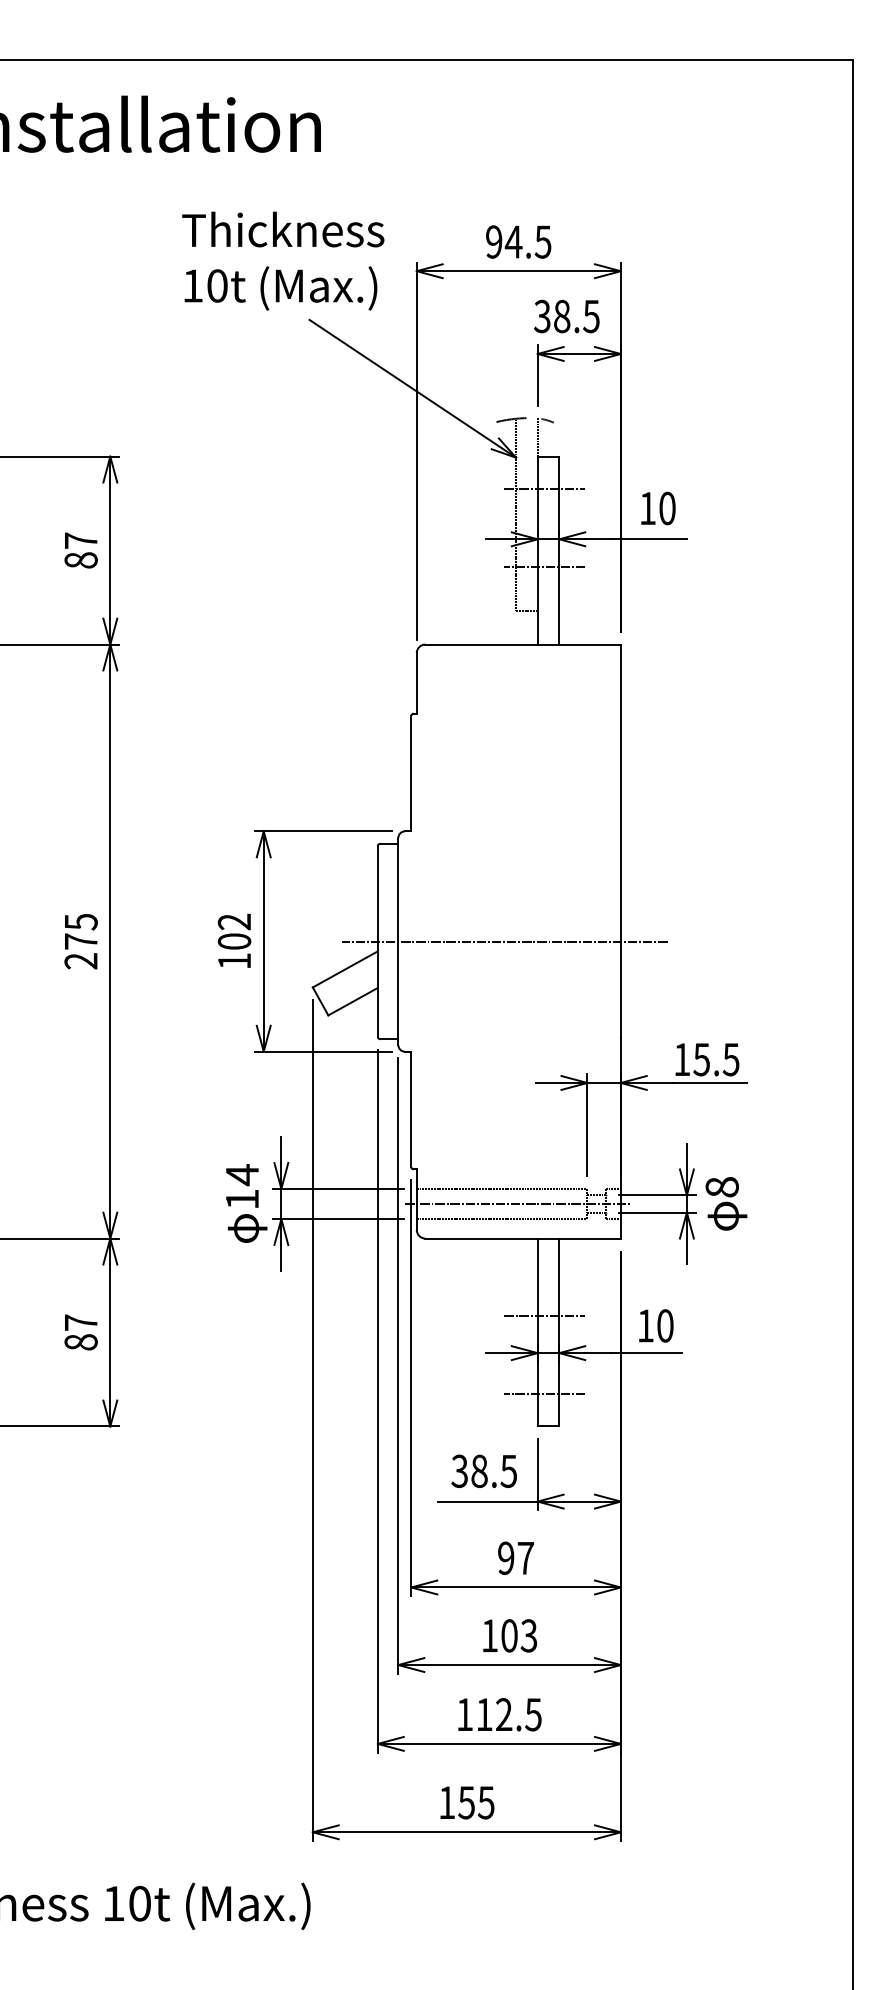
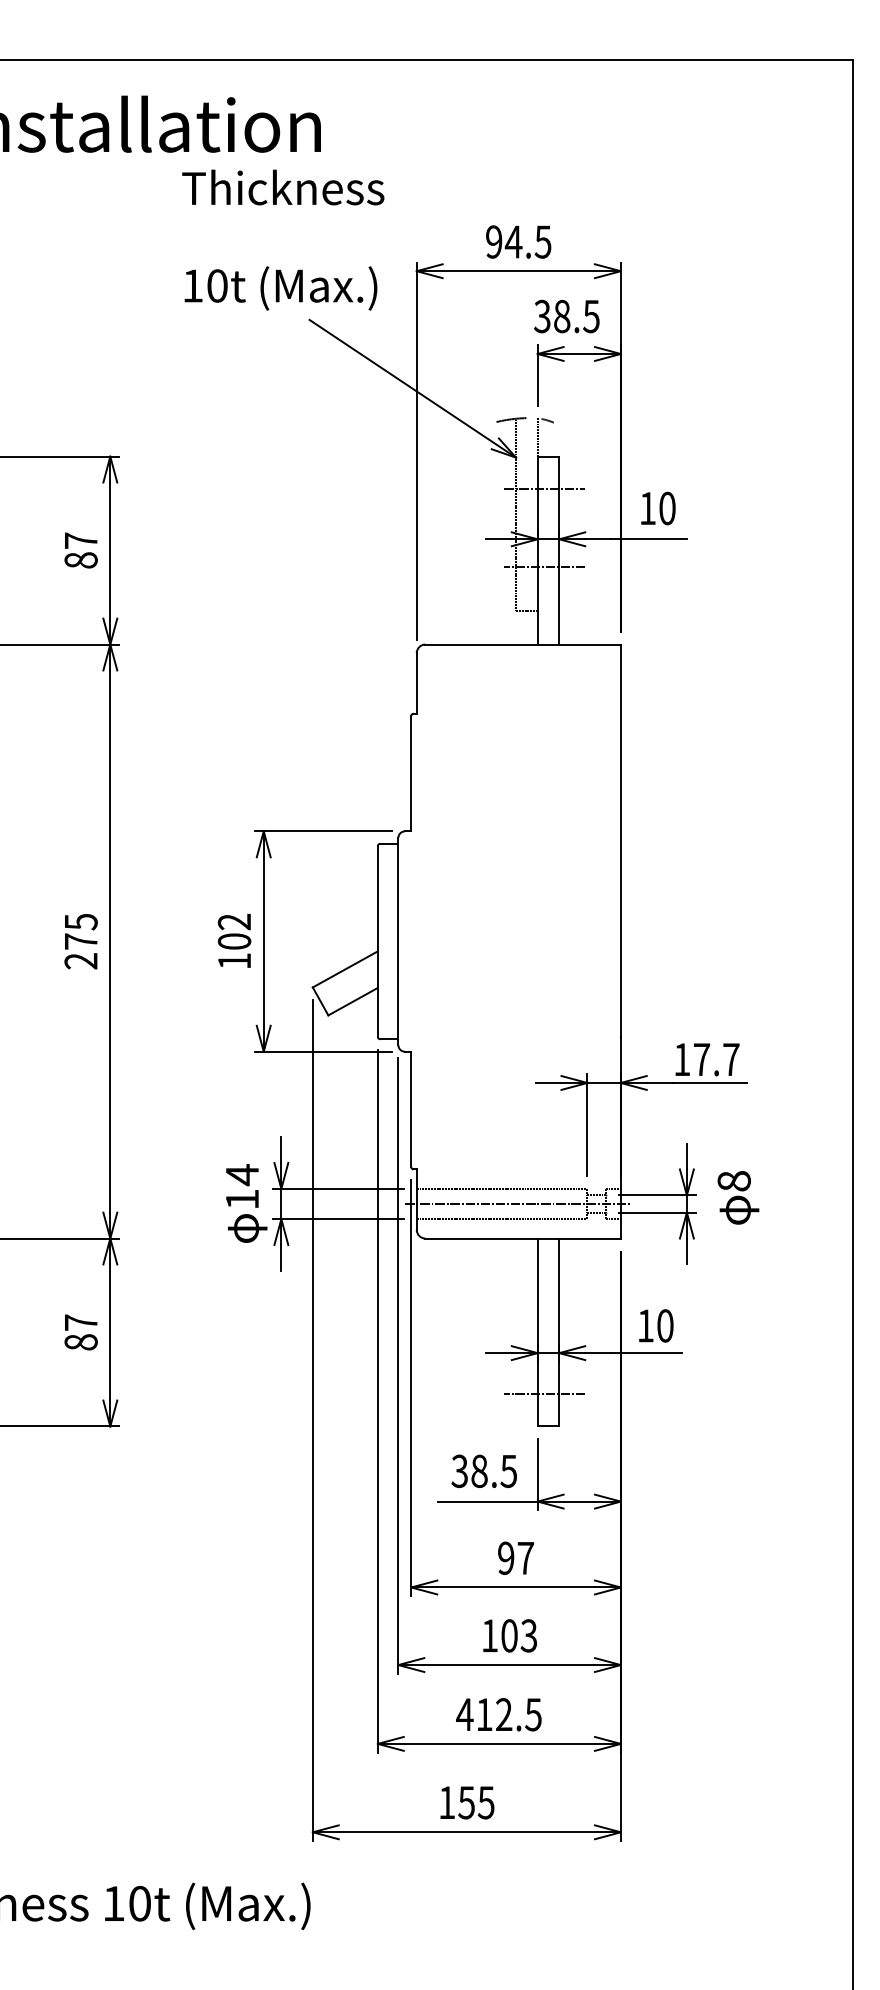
text at (283, 229) position: (283, 229) -> (283, 187)
line at (504, 941): present -> none
text at (716, 1059): 15.5 -> 17.7
text at (726, 1203) position: (726, 1203) -> (738, 1197)
line at (544, 1316): present -> none
text at (464, 1714): 112.5 -> 412.5
